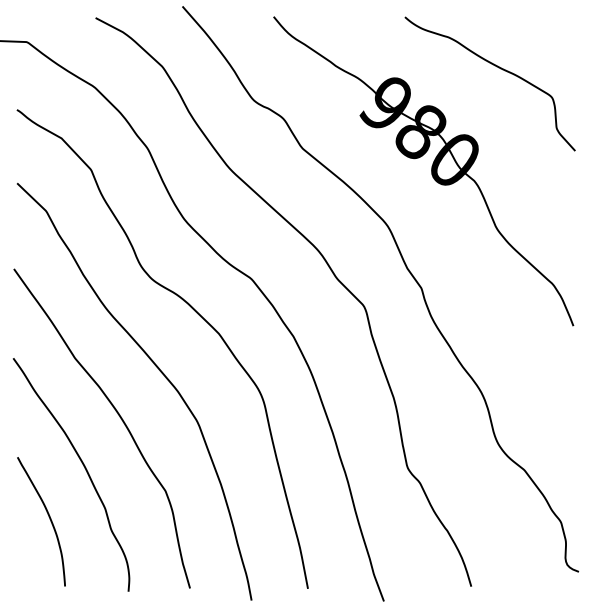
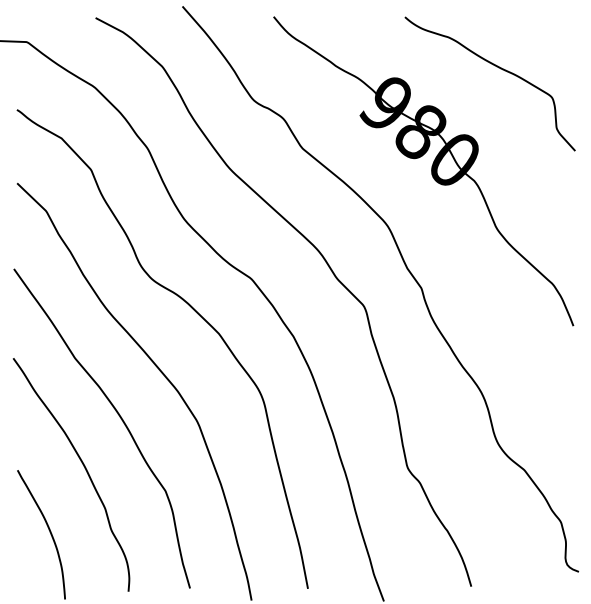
curve at (48, 517) position: (48, 517) -> (48, 530)
